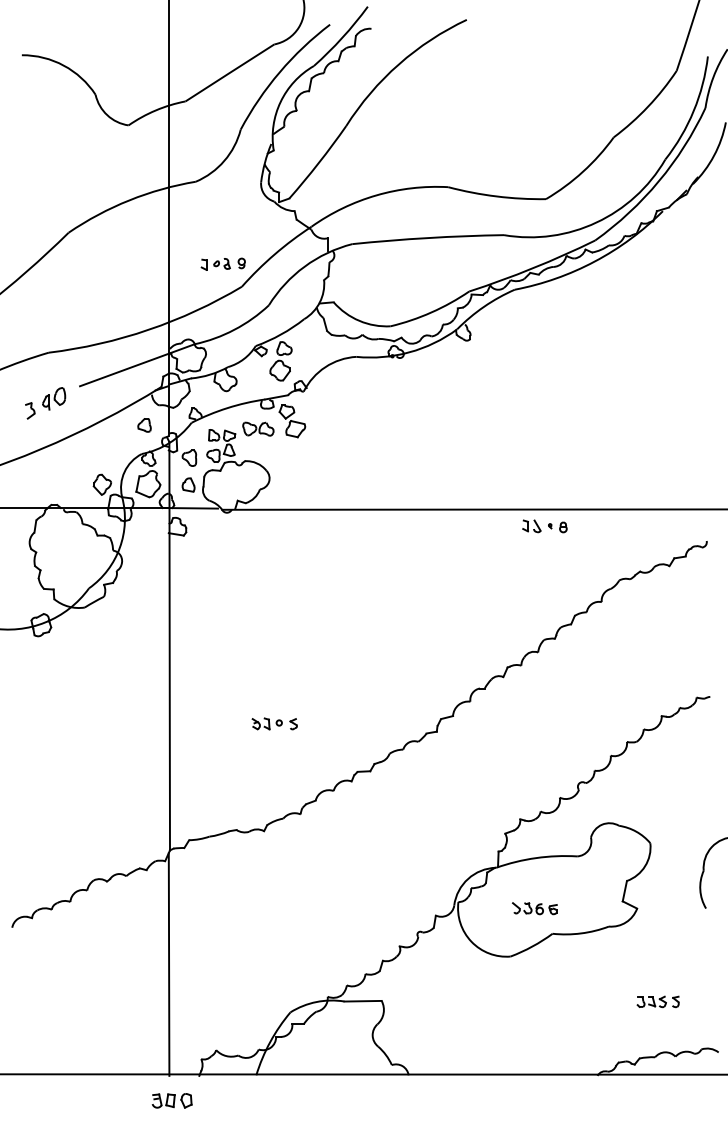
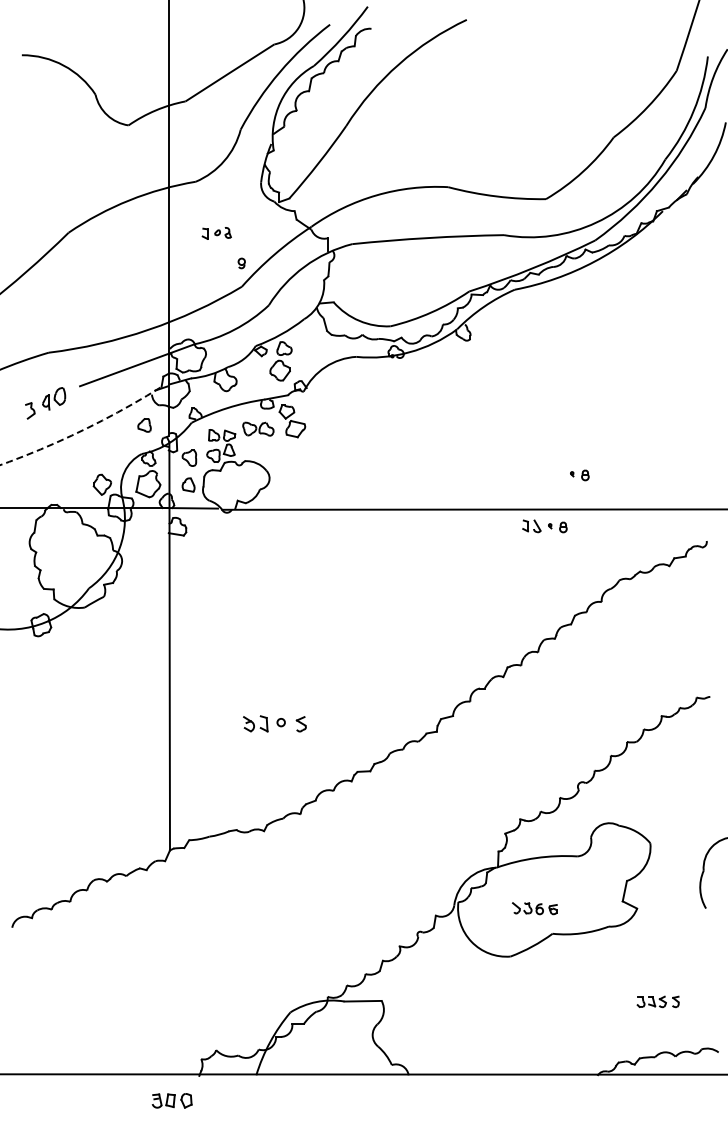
part at (215, 264) position: (215, 264) -> (216, 233)
arc at (82, 430): solid -> dashed
part at (579, 475): none -> present
part at (274, 723) size: 47x14 px -> 64x18 px
line at (168, 964): present -> none
